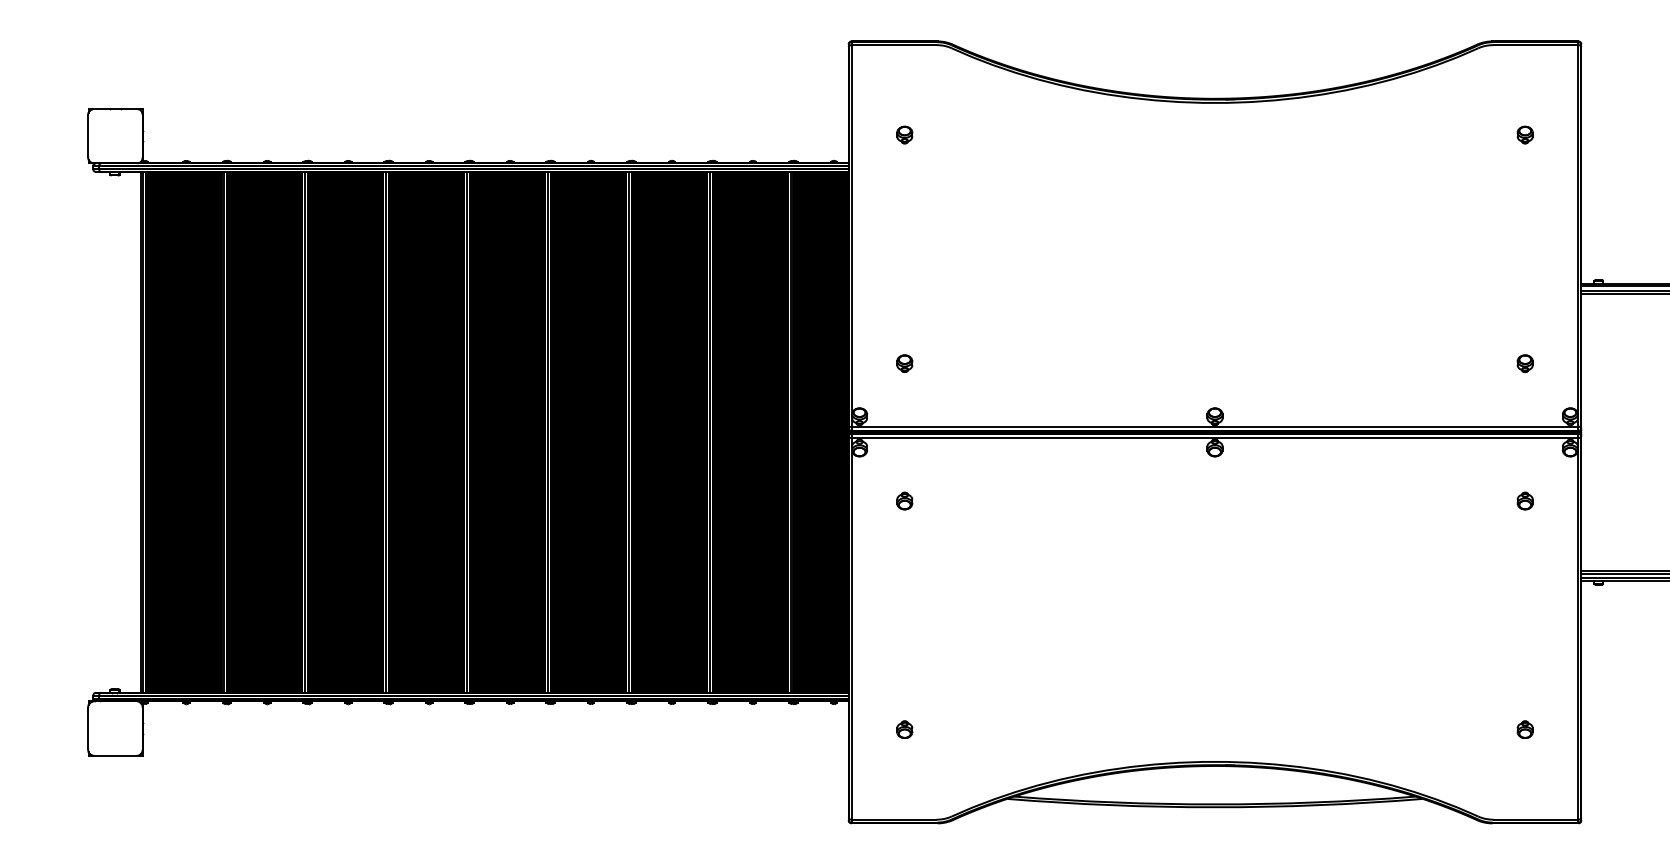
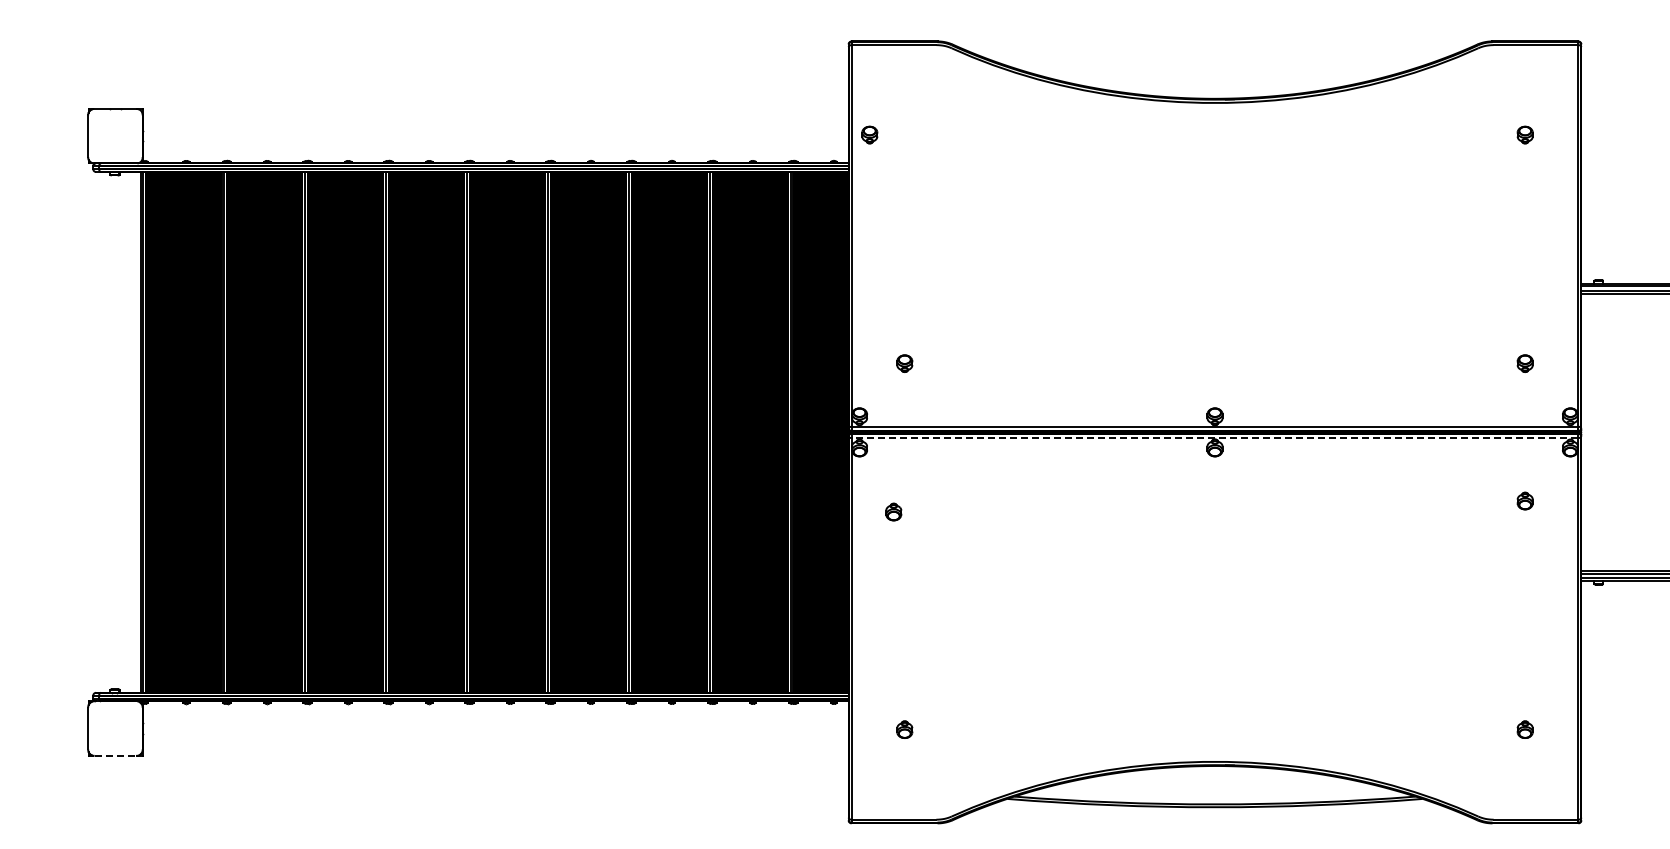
part at (904, 134) position: (904, 134) -> (869, 134)
line at (1214, 438): solid -> dashed
part at (904, 500) position: (904, 500) -> (893, 511)
line at (115, 755): solid -> dashed
